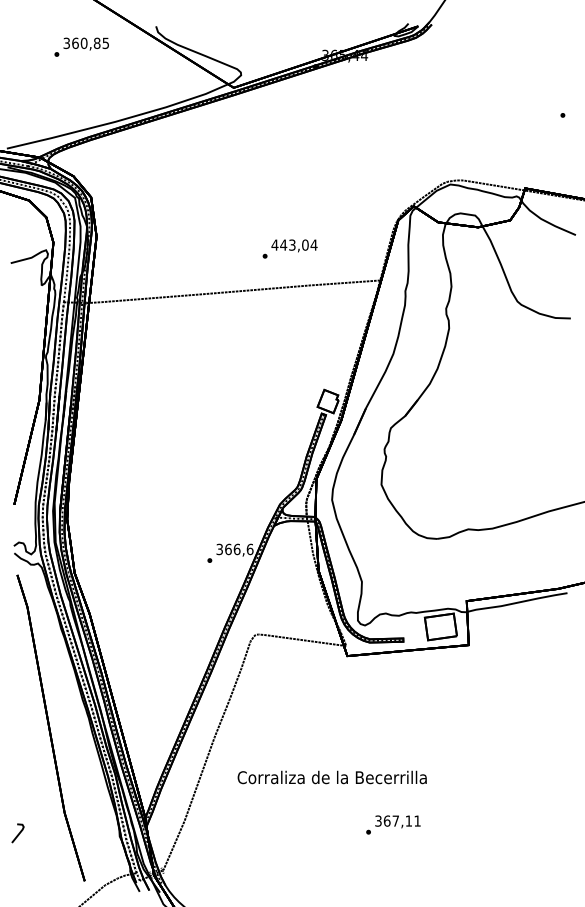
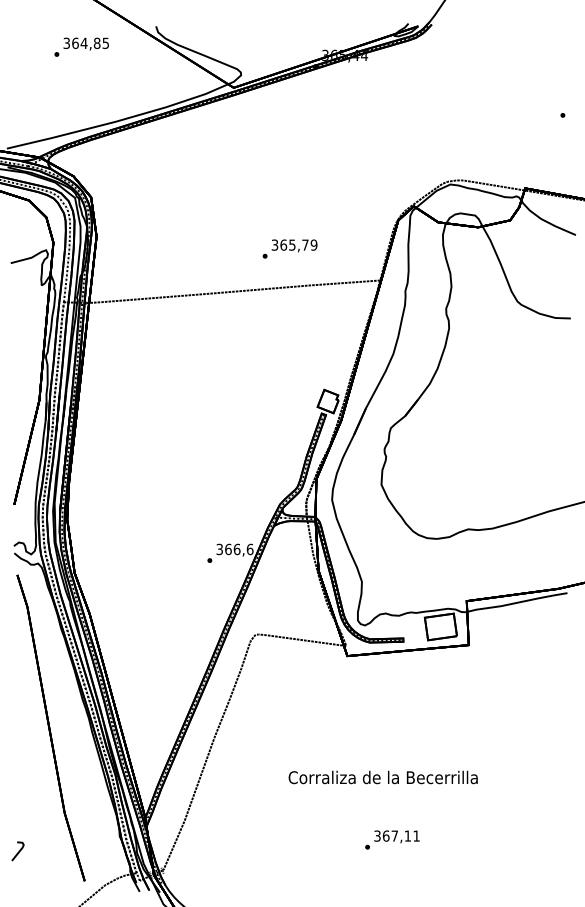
text at (83, 42): 360,85 -> 364,85
text at (294, 244): 443,04 -> 365,79
text at (331, 777) position: (331, 777) -> (382, 777)
text at (393, 824) position: (393, 824) -> (392, 839)
line at (18, 833) position: (18, 833) -> (18, 851)
